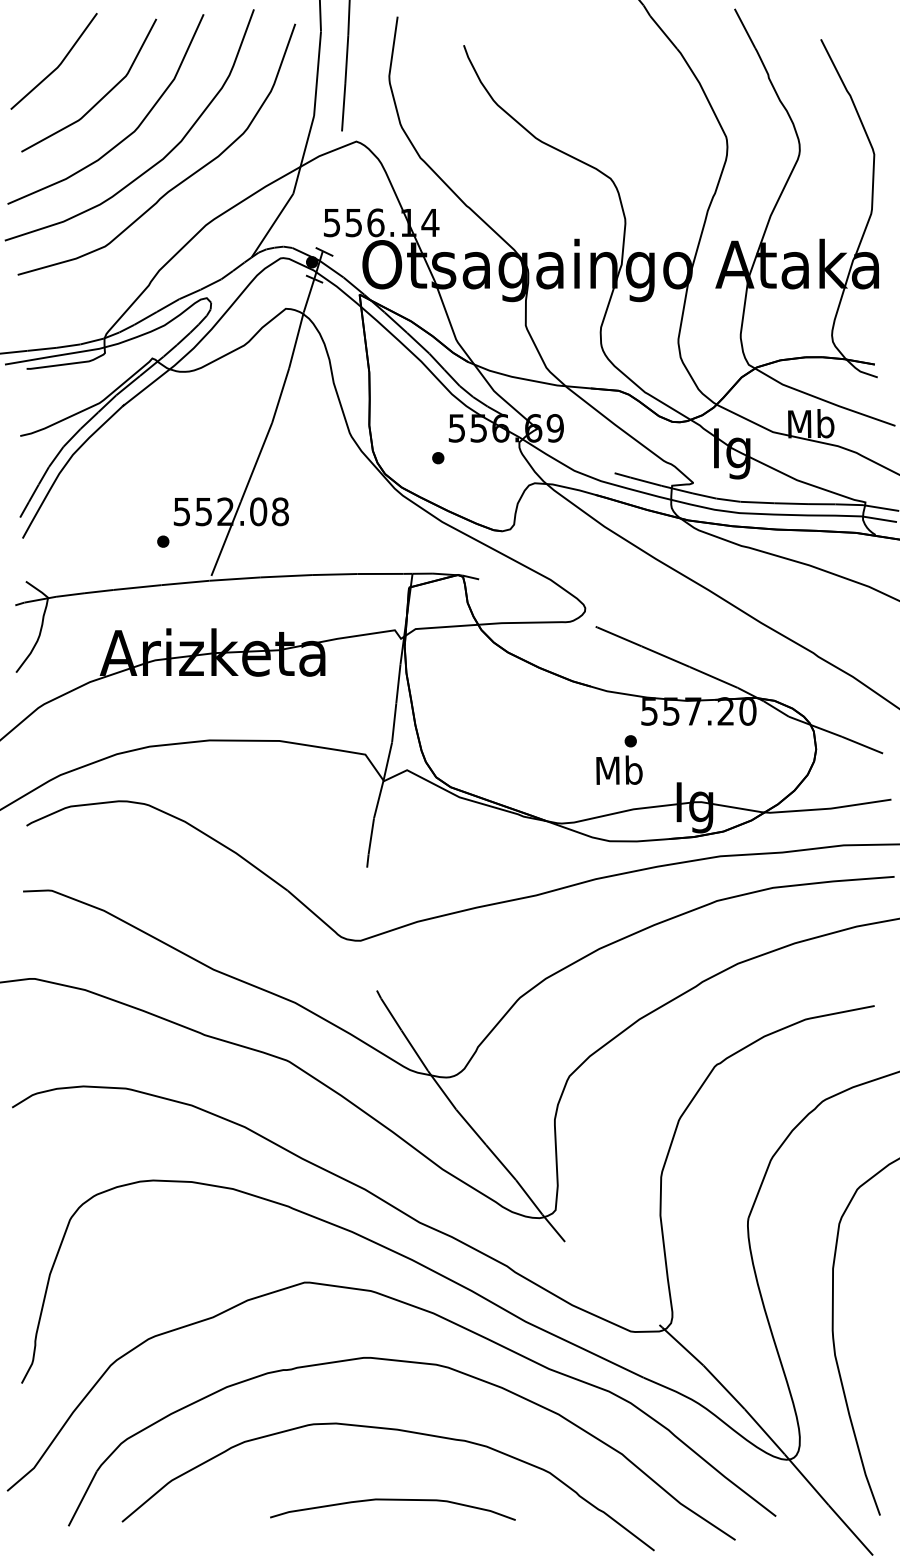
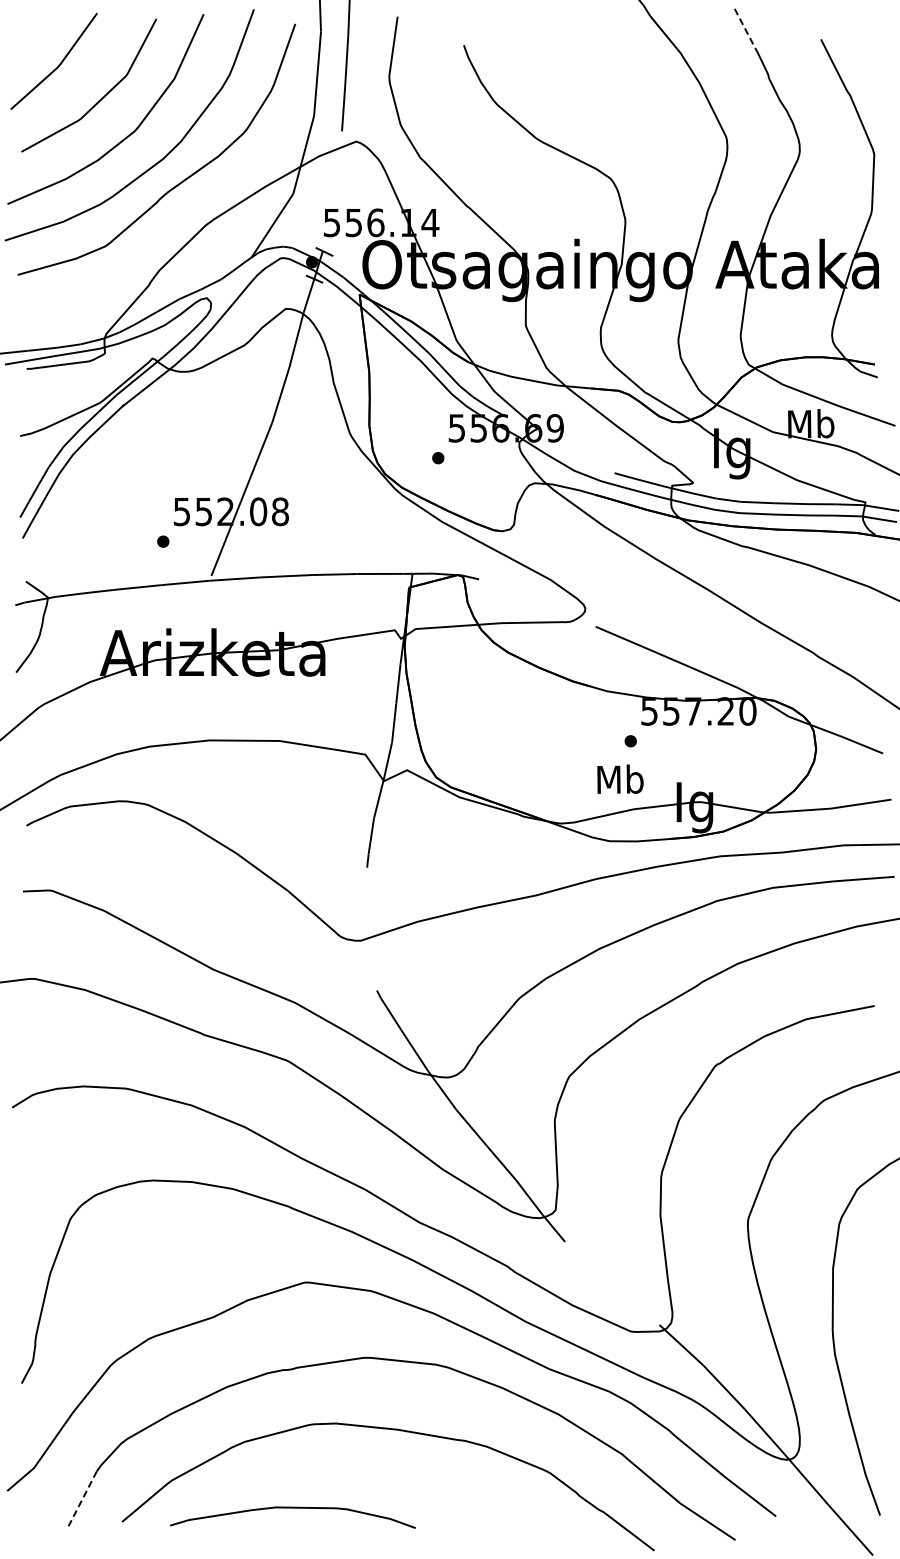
line at (745, 28): solid -> dashed
text at (619, 769) position: (619, 769) -> (620, 778)
line at (82, 1498): solid -> dashed
curve at (392, 1500) position: (392, 1500) -> (292, 1508)
